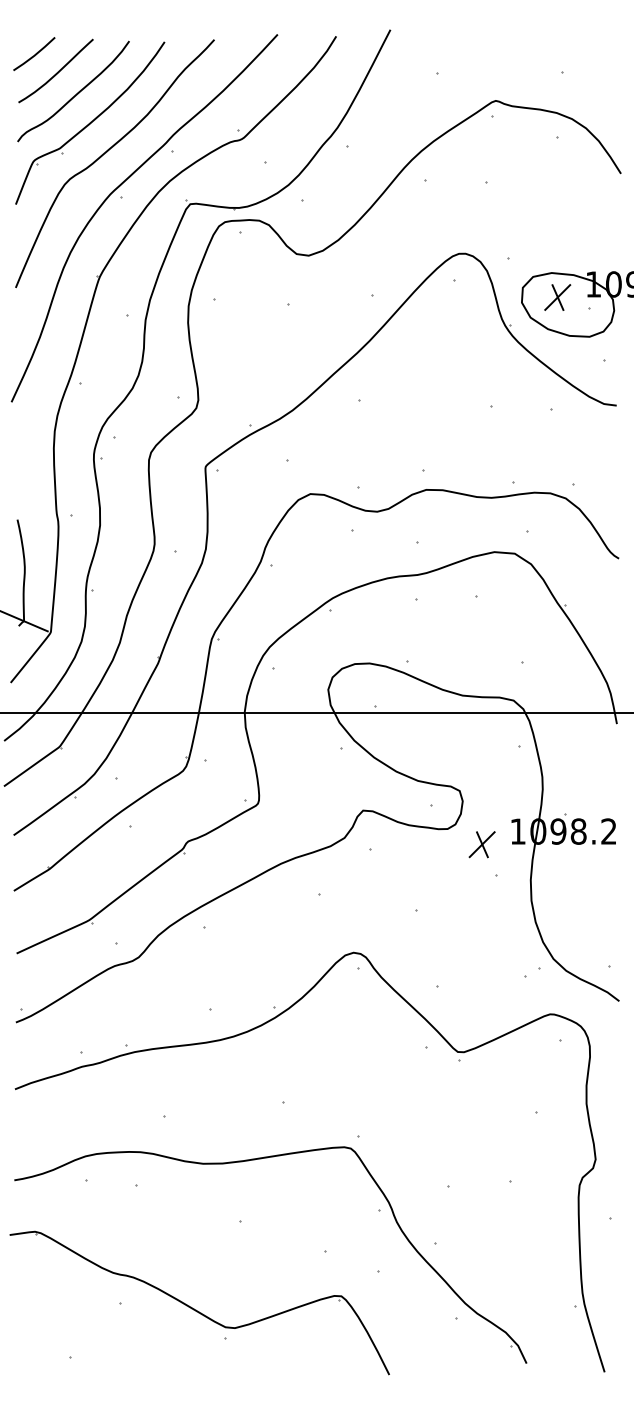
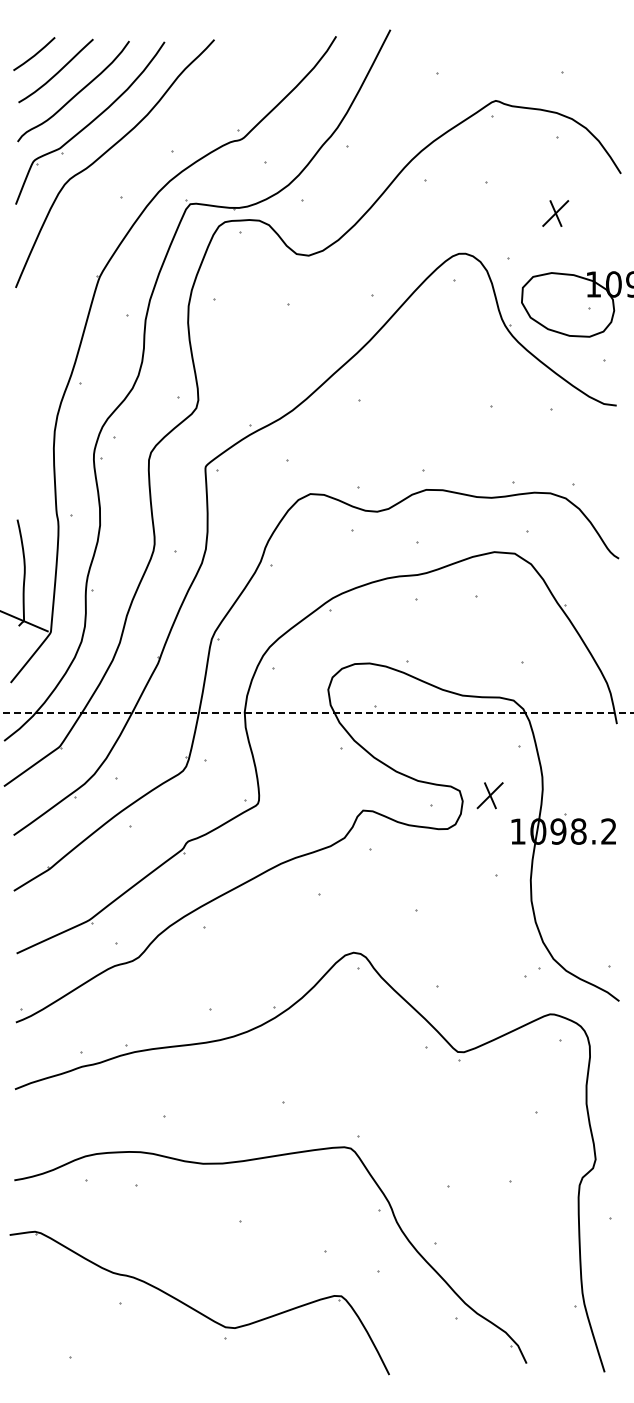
curve at (118, 188): present -> none
part at (557, 297) position: (557, 297) -> (555, 213)
line at (317, 713): solid -> dashed
part at (481, 844) position: (481, 844) -> (489, 795)
